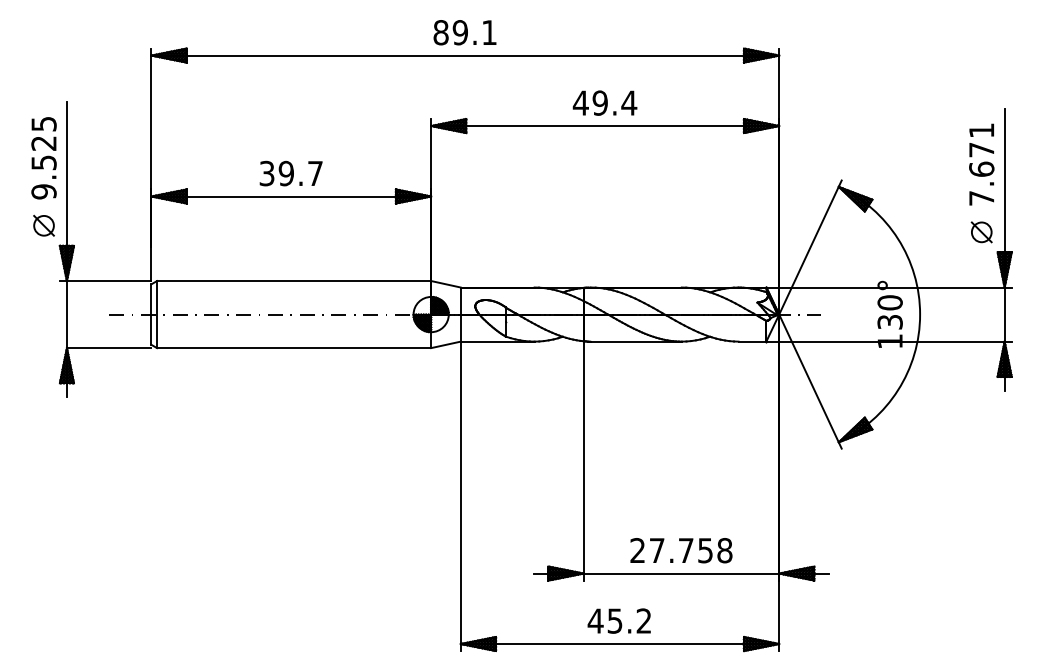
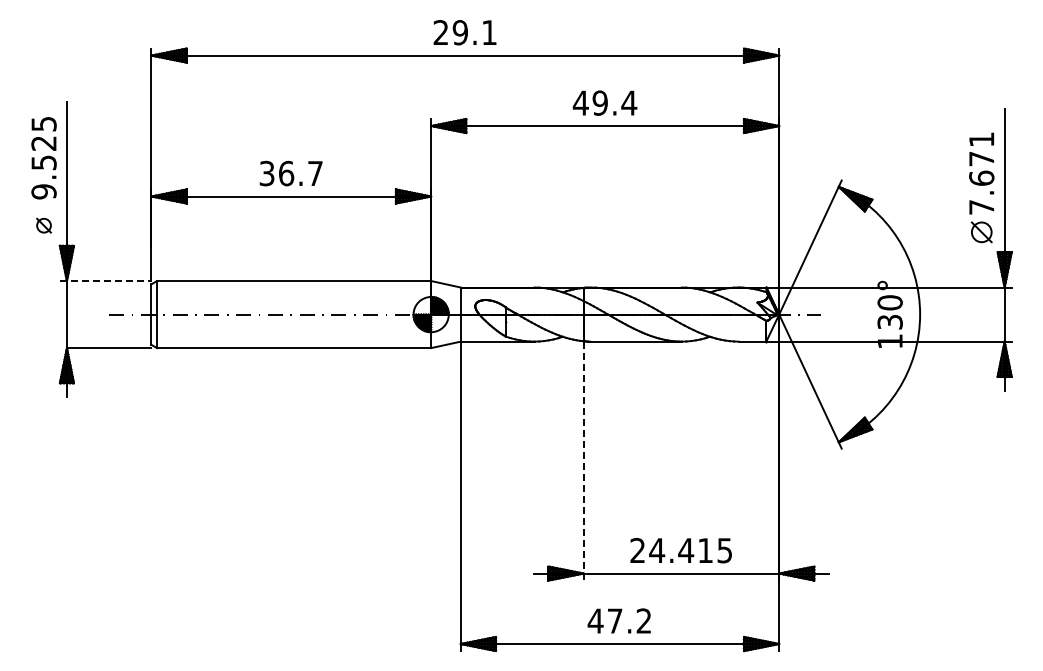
text at (440, 32): 89.1 -> 29.1
text at (981, 164) position: (981, 164) -> (981, 173)
text at (286, 173): 39.7 -> 36.7
part at (43, 225) size: 22x23 px -> 16x17 px
line at (105, 281): solid -> dashed
line at (583, 461): solid -> dashed
text at (690, 550): 27.758 -> 24.415
text at (614, 620): 45.2 -> 47.2
